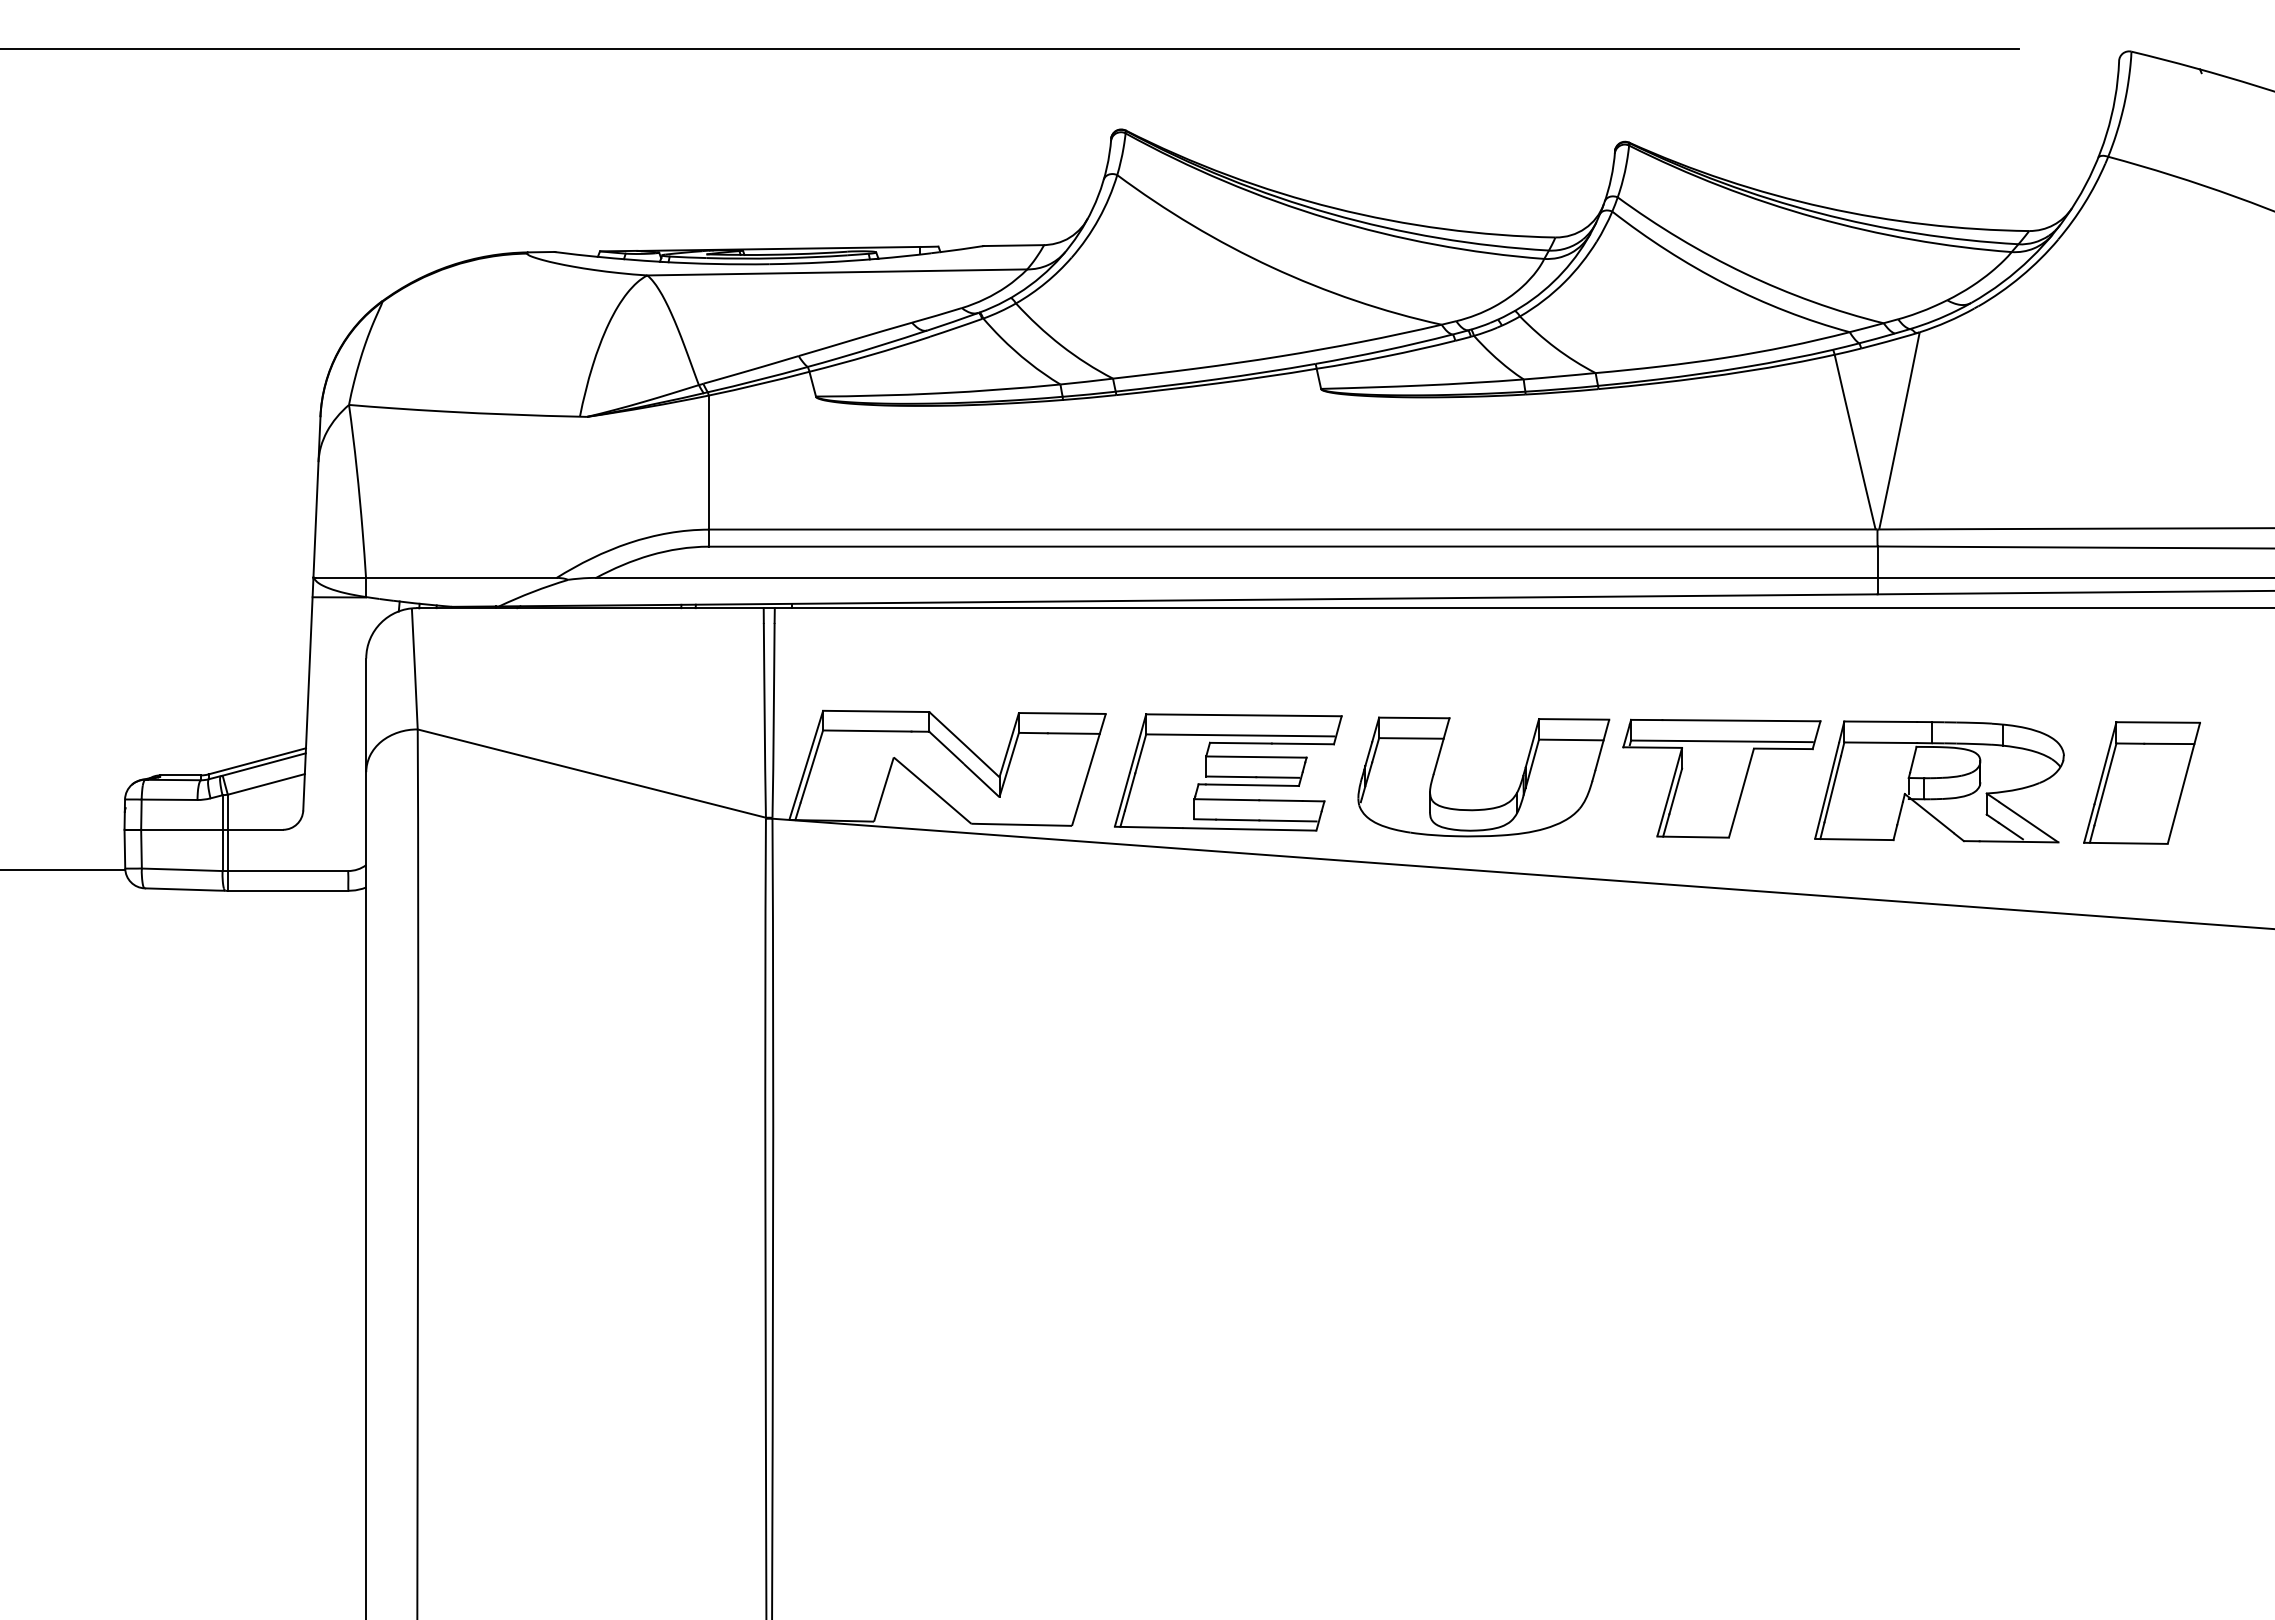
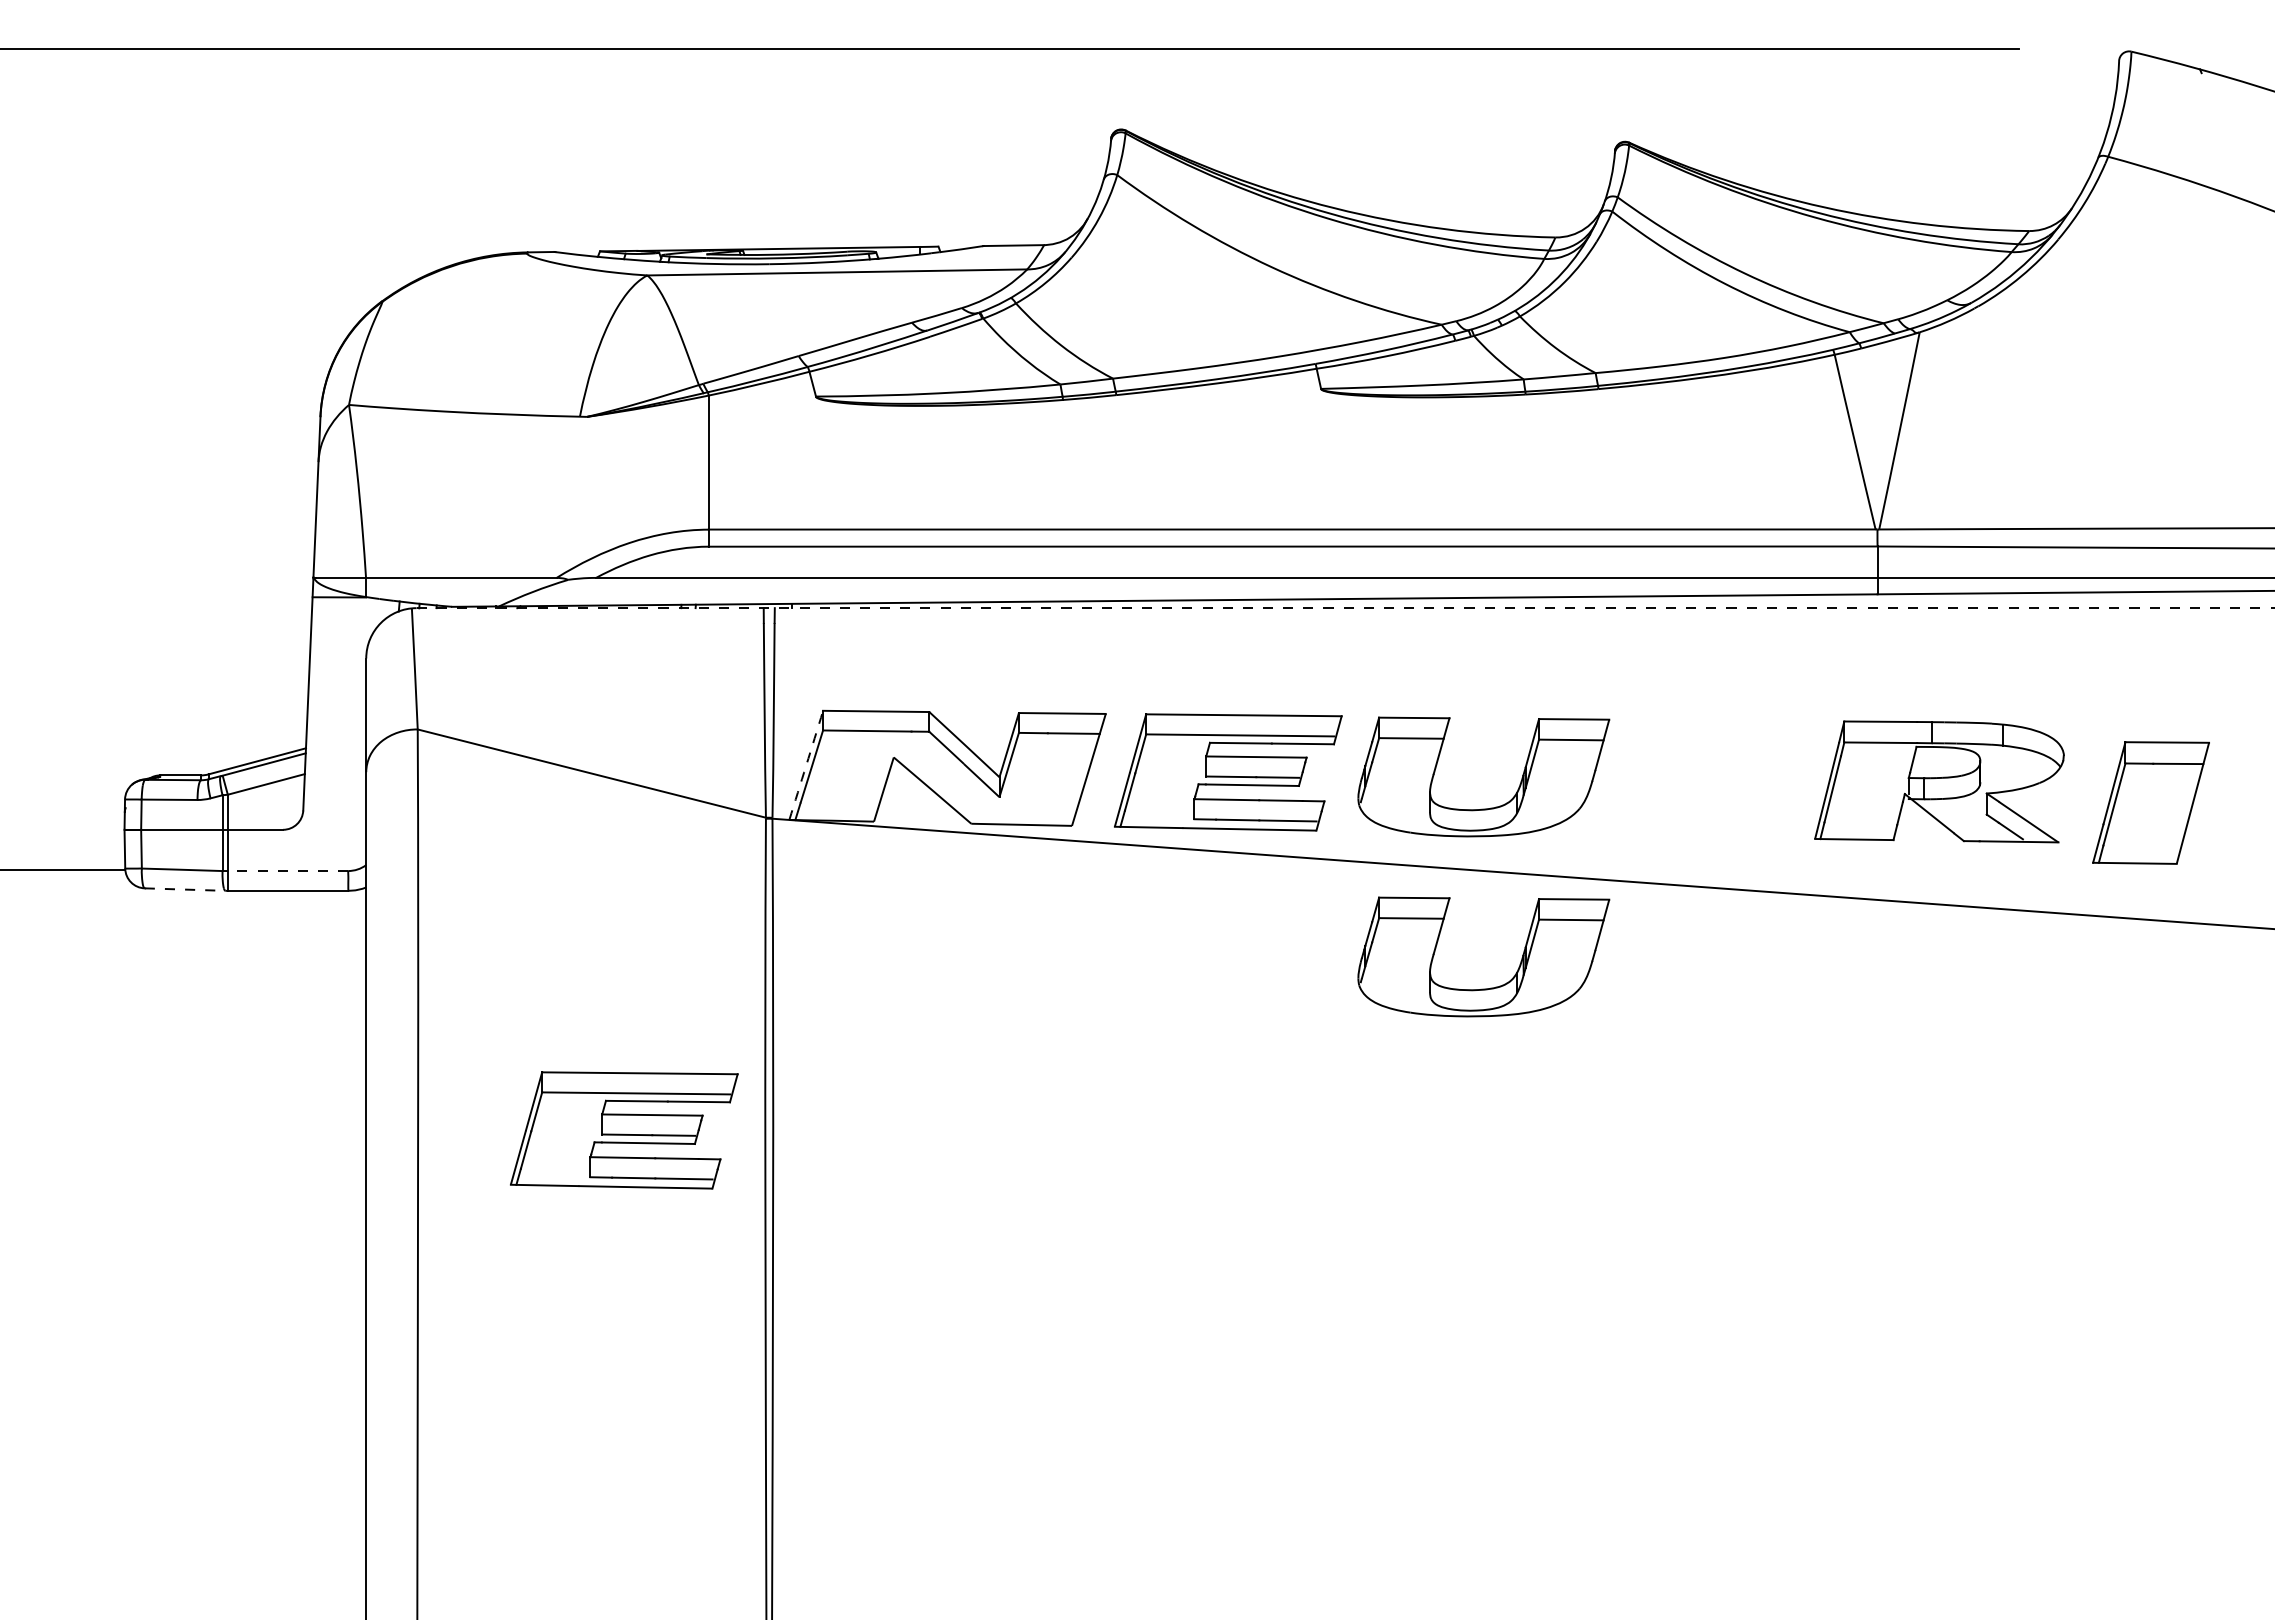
line at (1346, 608): solid -> dashed
arc at (806, 765): solid -> dashed
part at (1721, 778): present -> none
part at (2141, 782) position: (2141, 782) -> (2150, 802)
line at (287, 871): solid -> dashed
line at (185, 889): solid -> dashed
part at (1490, 987): none -> present
part at (624, 1130): none -> present
